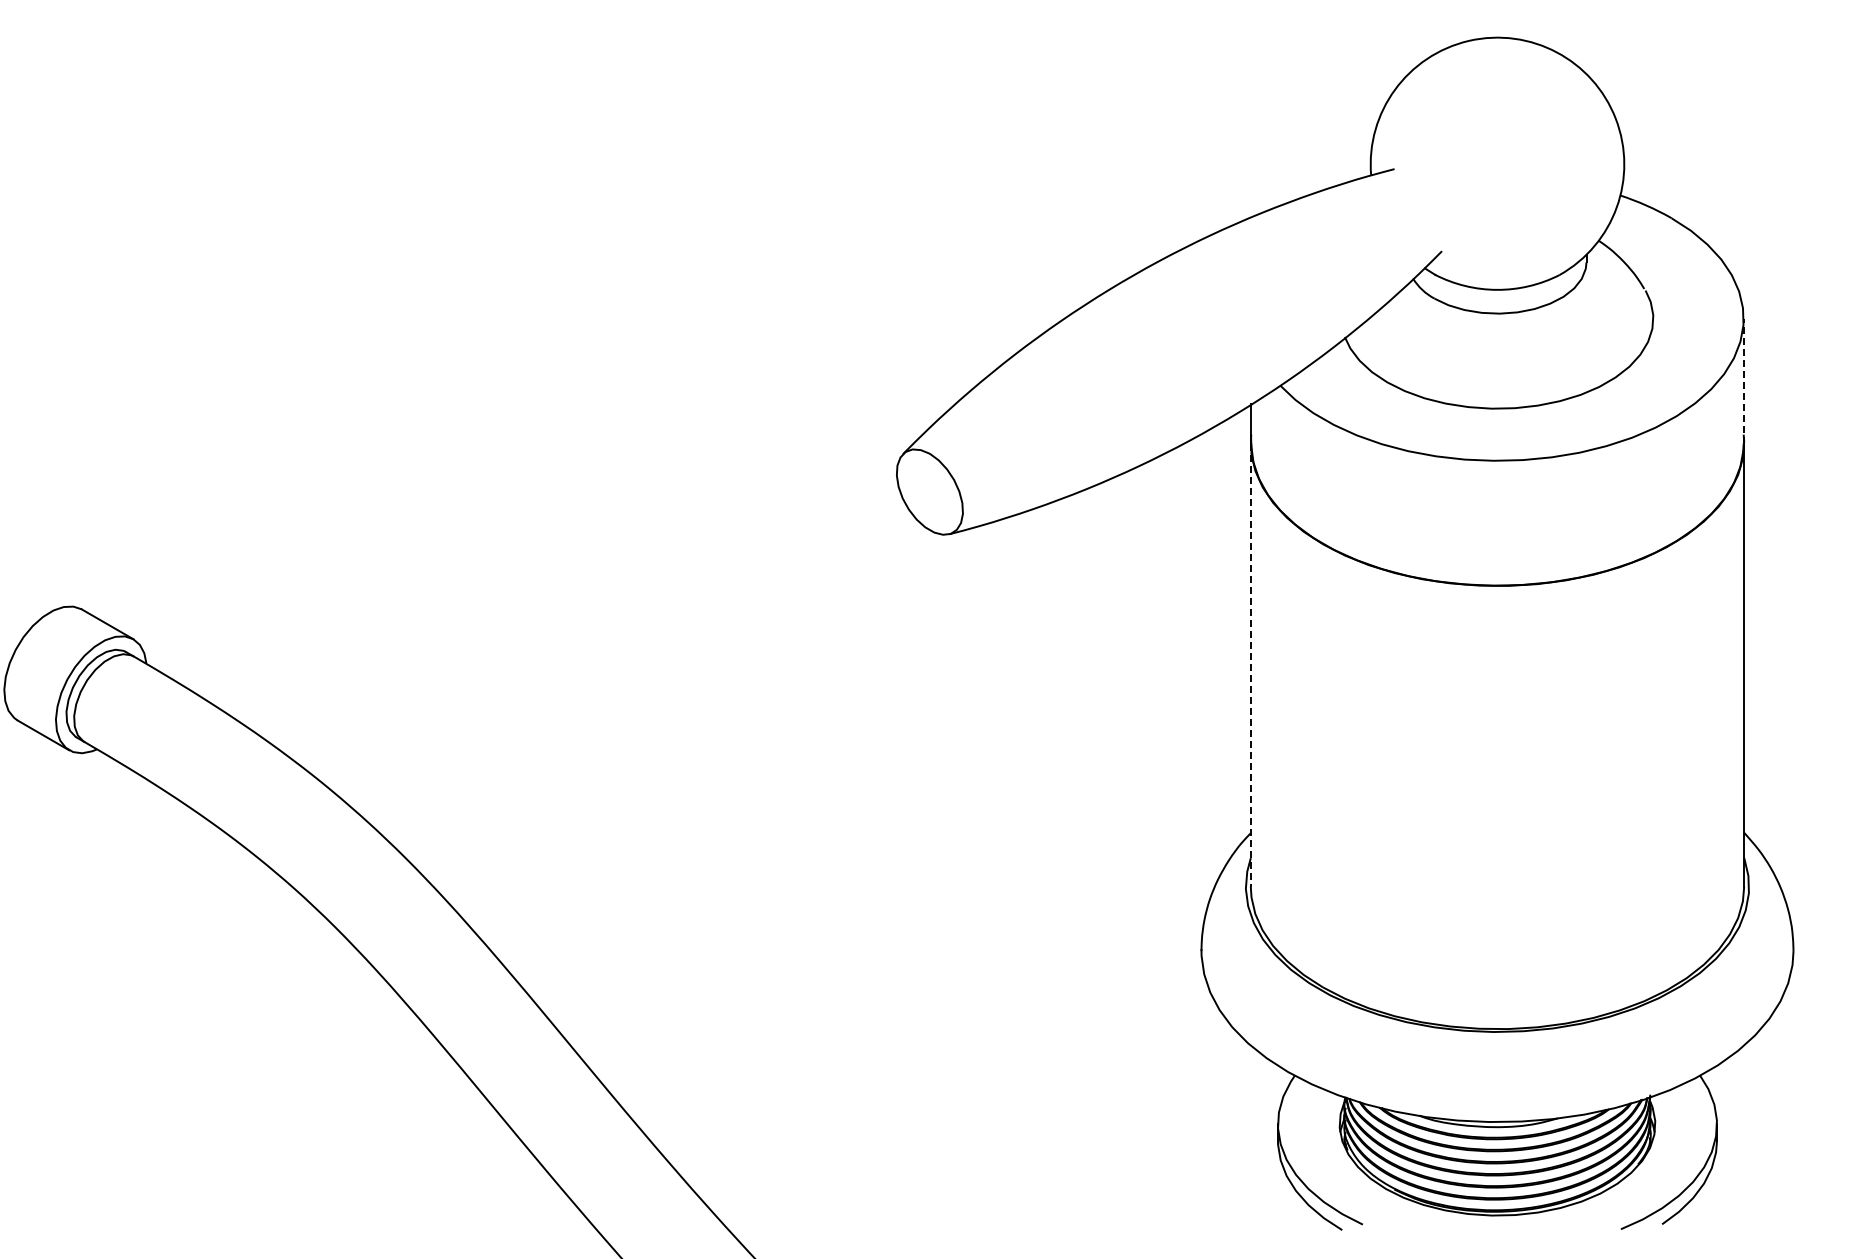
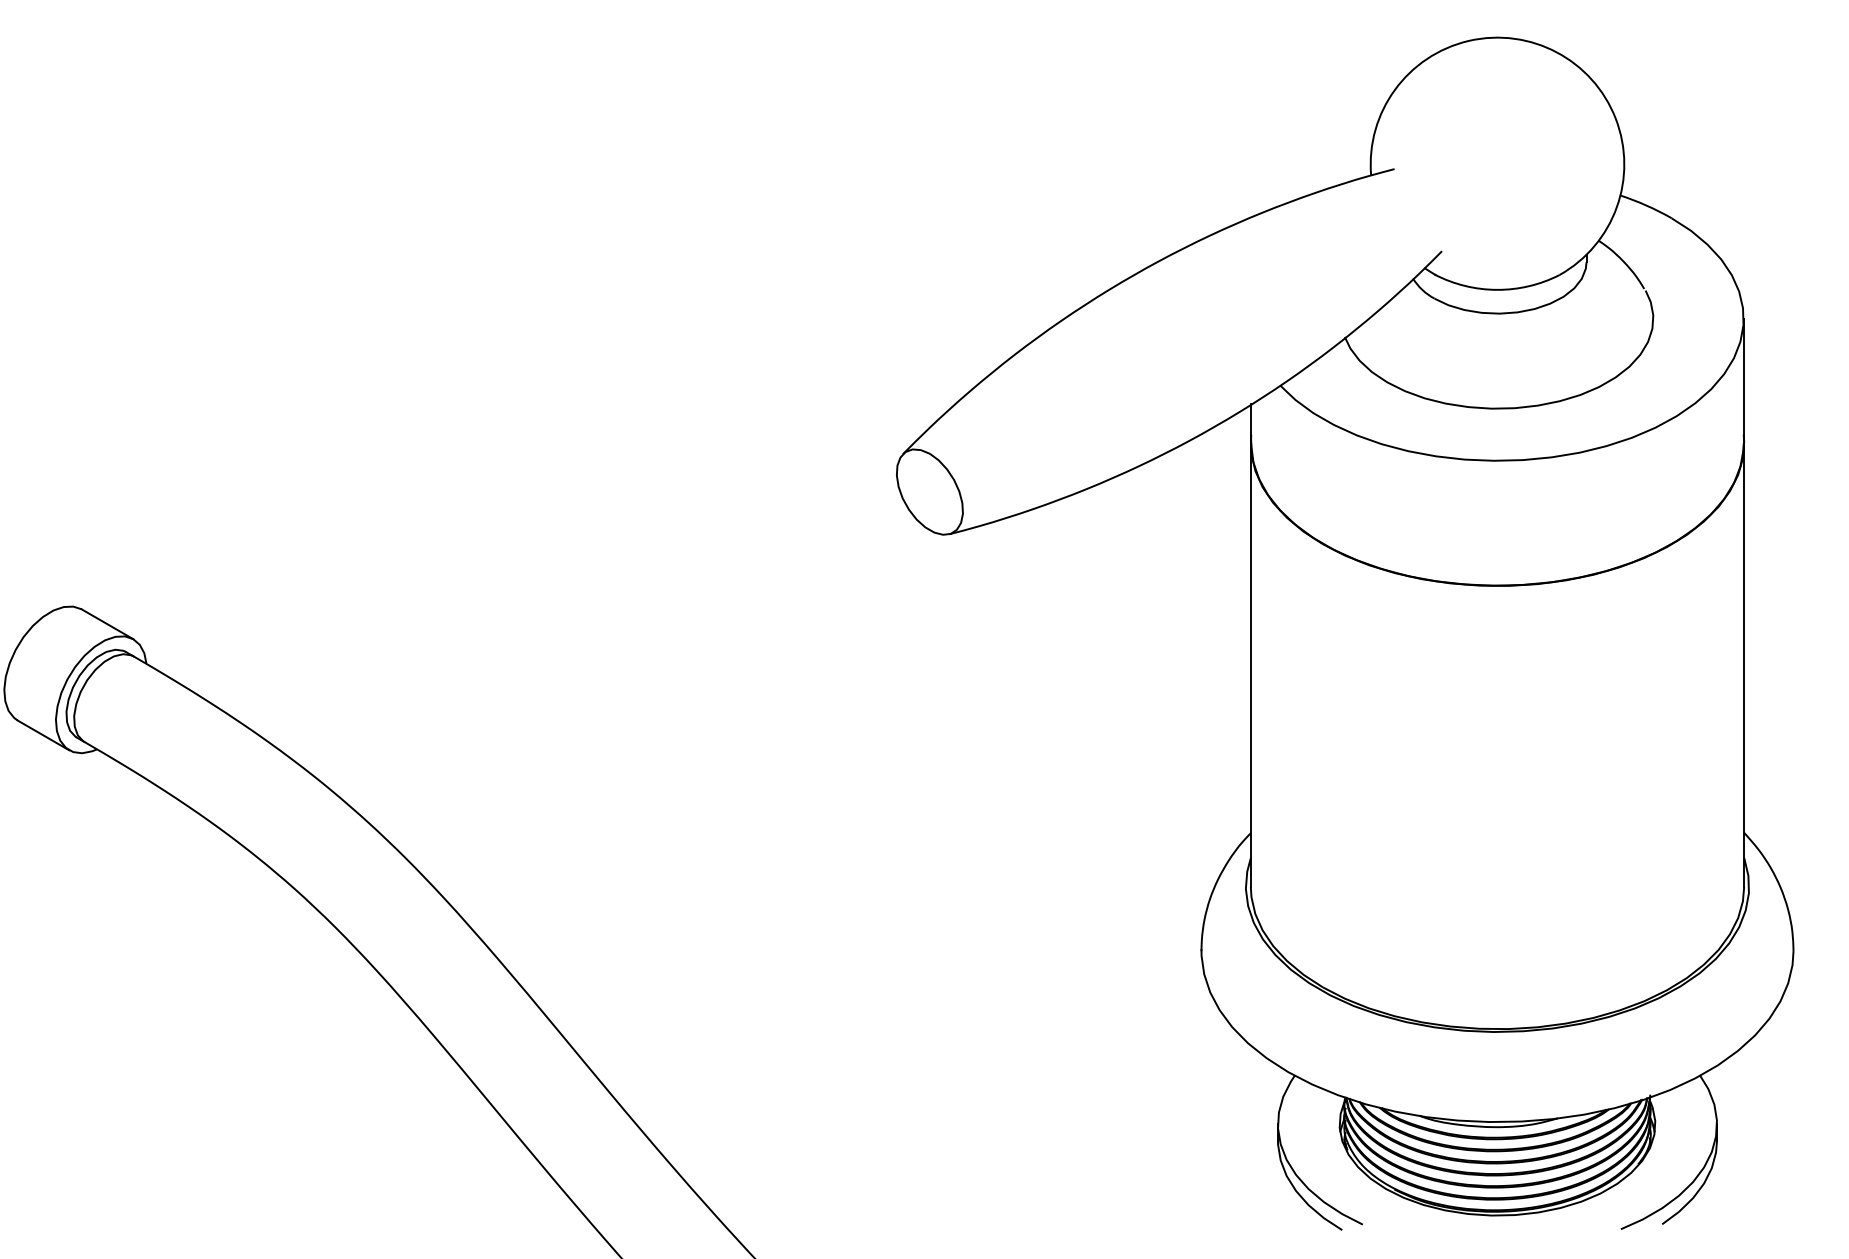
line at (1743, 380): dashed -> solid
line at (1250, 665): dashed -> solid
